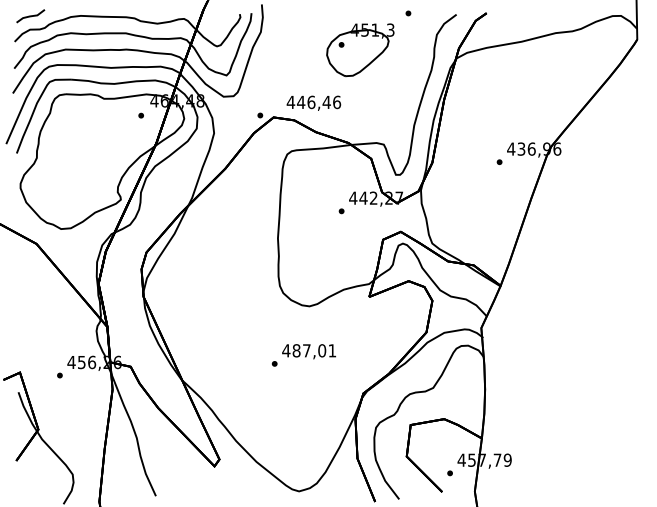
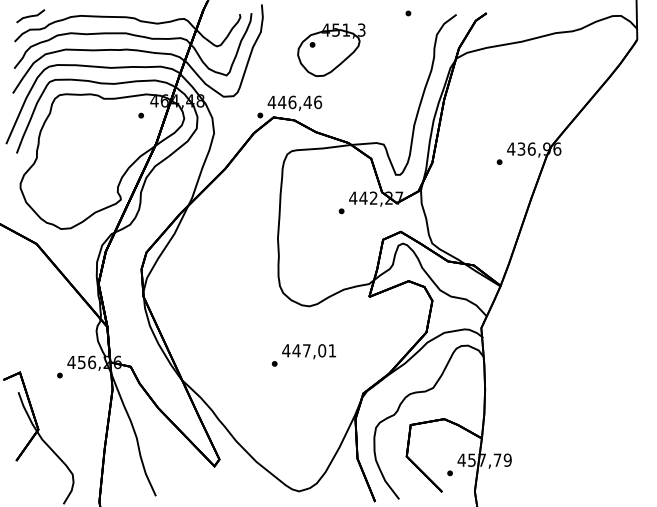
part at (360, 50) position: (360, 50) -> (331, 50)
text at (313, 102) position: (313, 102) -> (294, 102)
text at (296, 350): 487,01 -> 447,01
